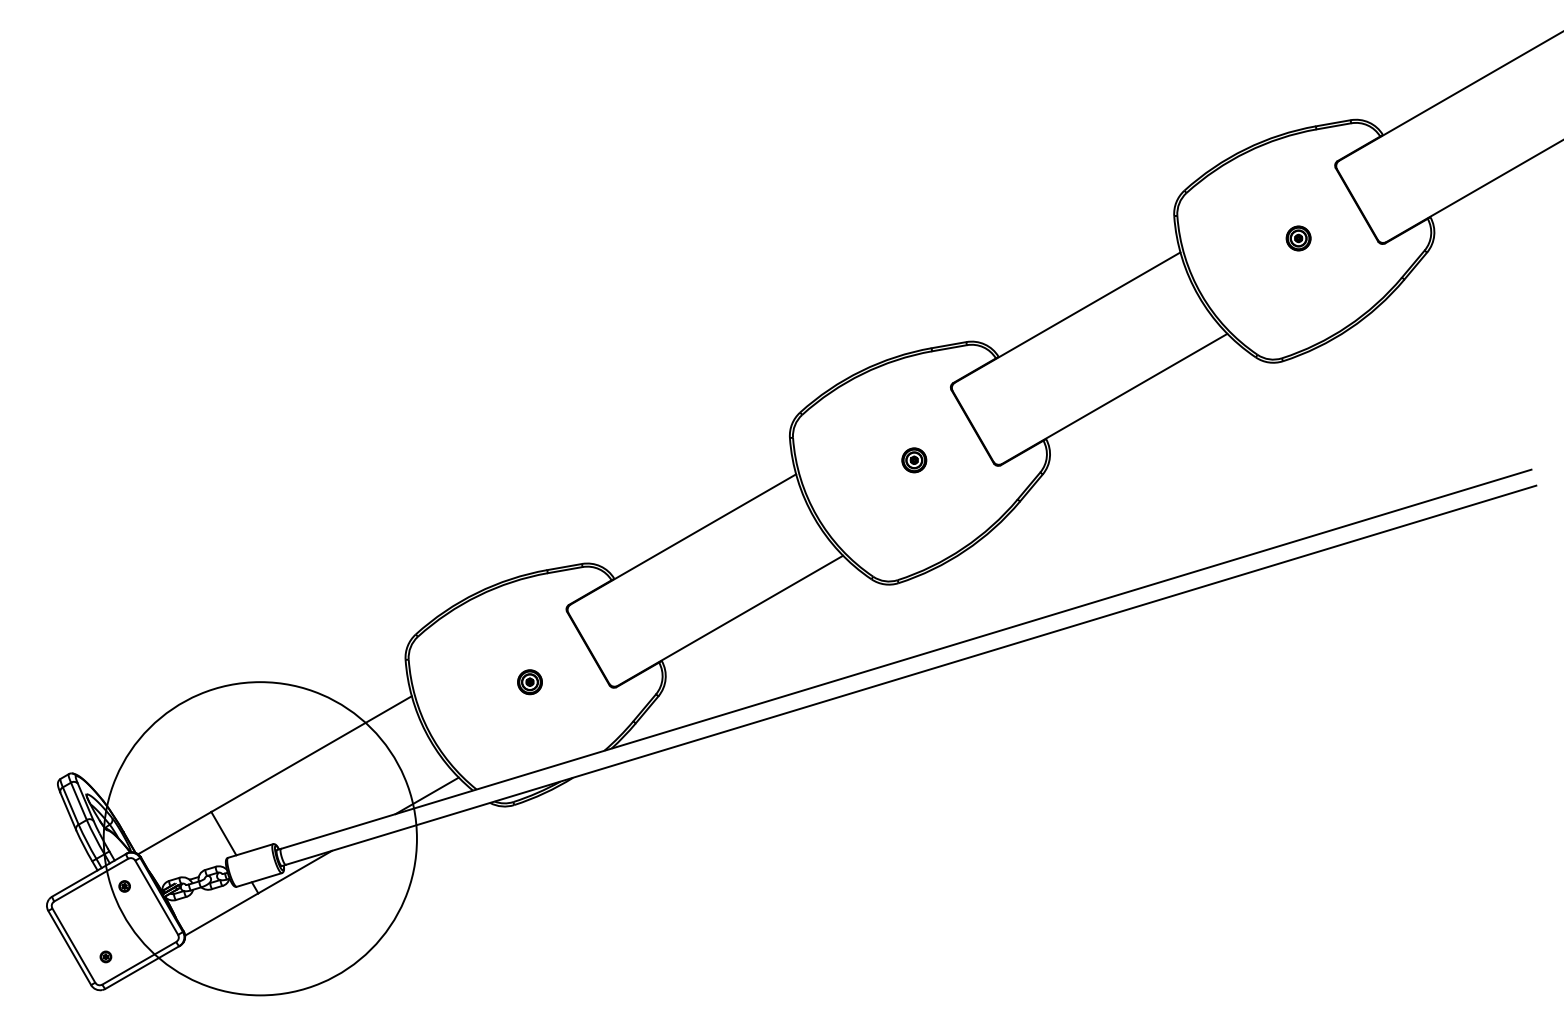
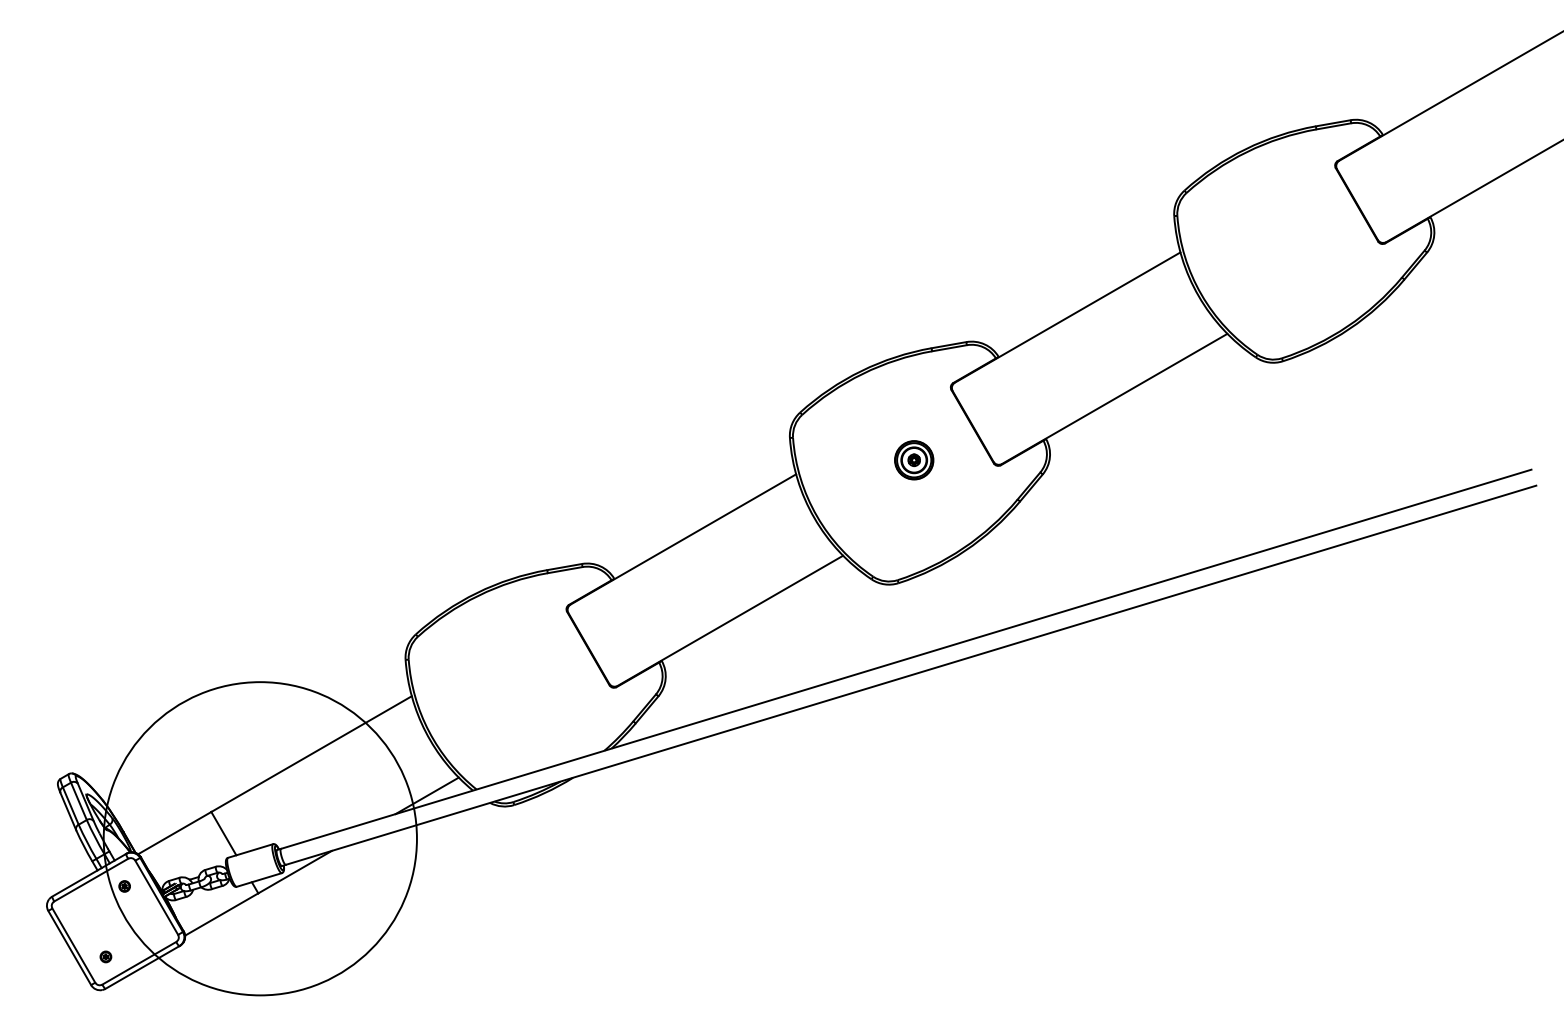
part at (1298, 238): present -> none
part at (914, 460) size: 27x27 px -> 41x41 px
part at (529, 682): present -> none
